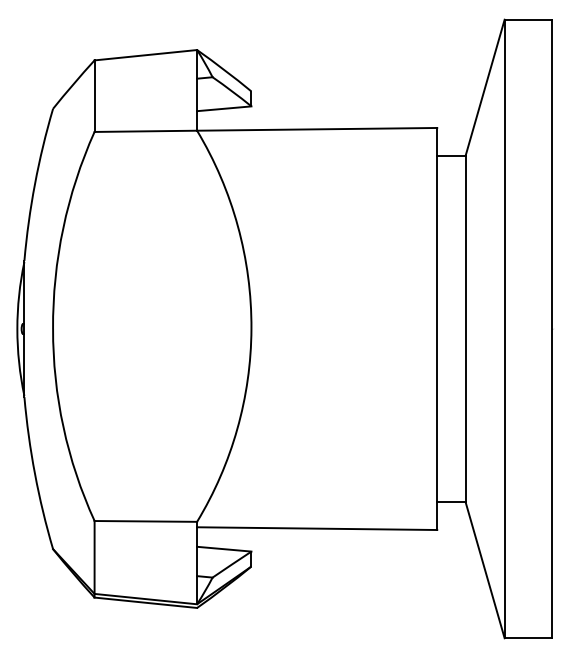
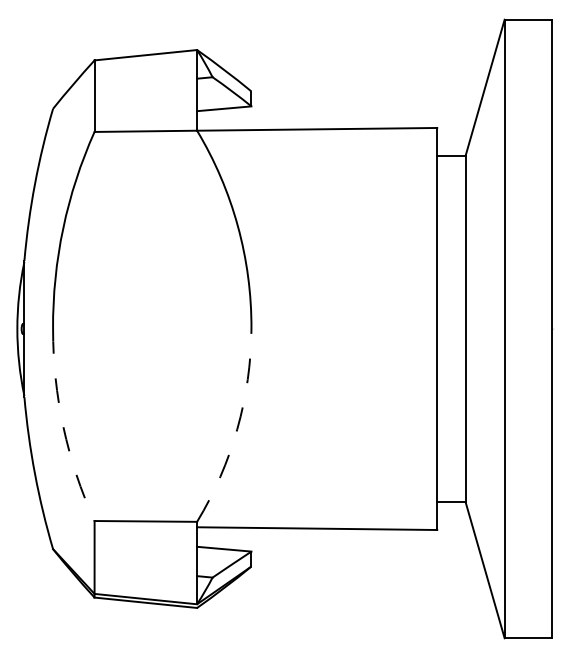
arc at (63, 427): solid -> dashed
arc at (237, 429): solid -> dashed
